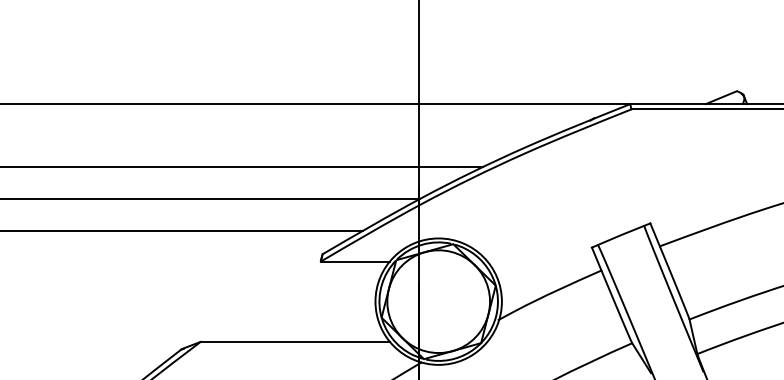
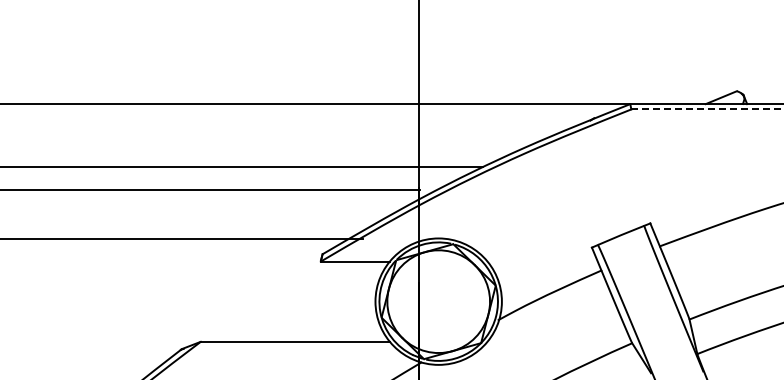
line at (707, 109): solid -> dashed
line at (210, 198) position: (210, 198) -> (210, 189)
line at (182, 230) position: (182, 230) -> (182, 238)
